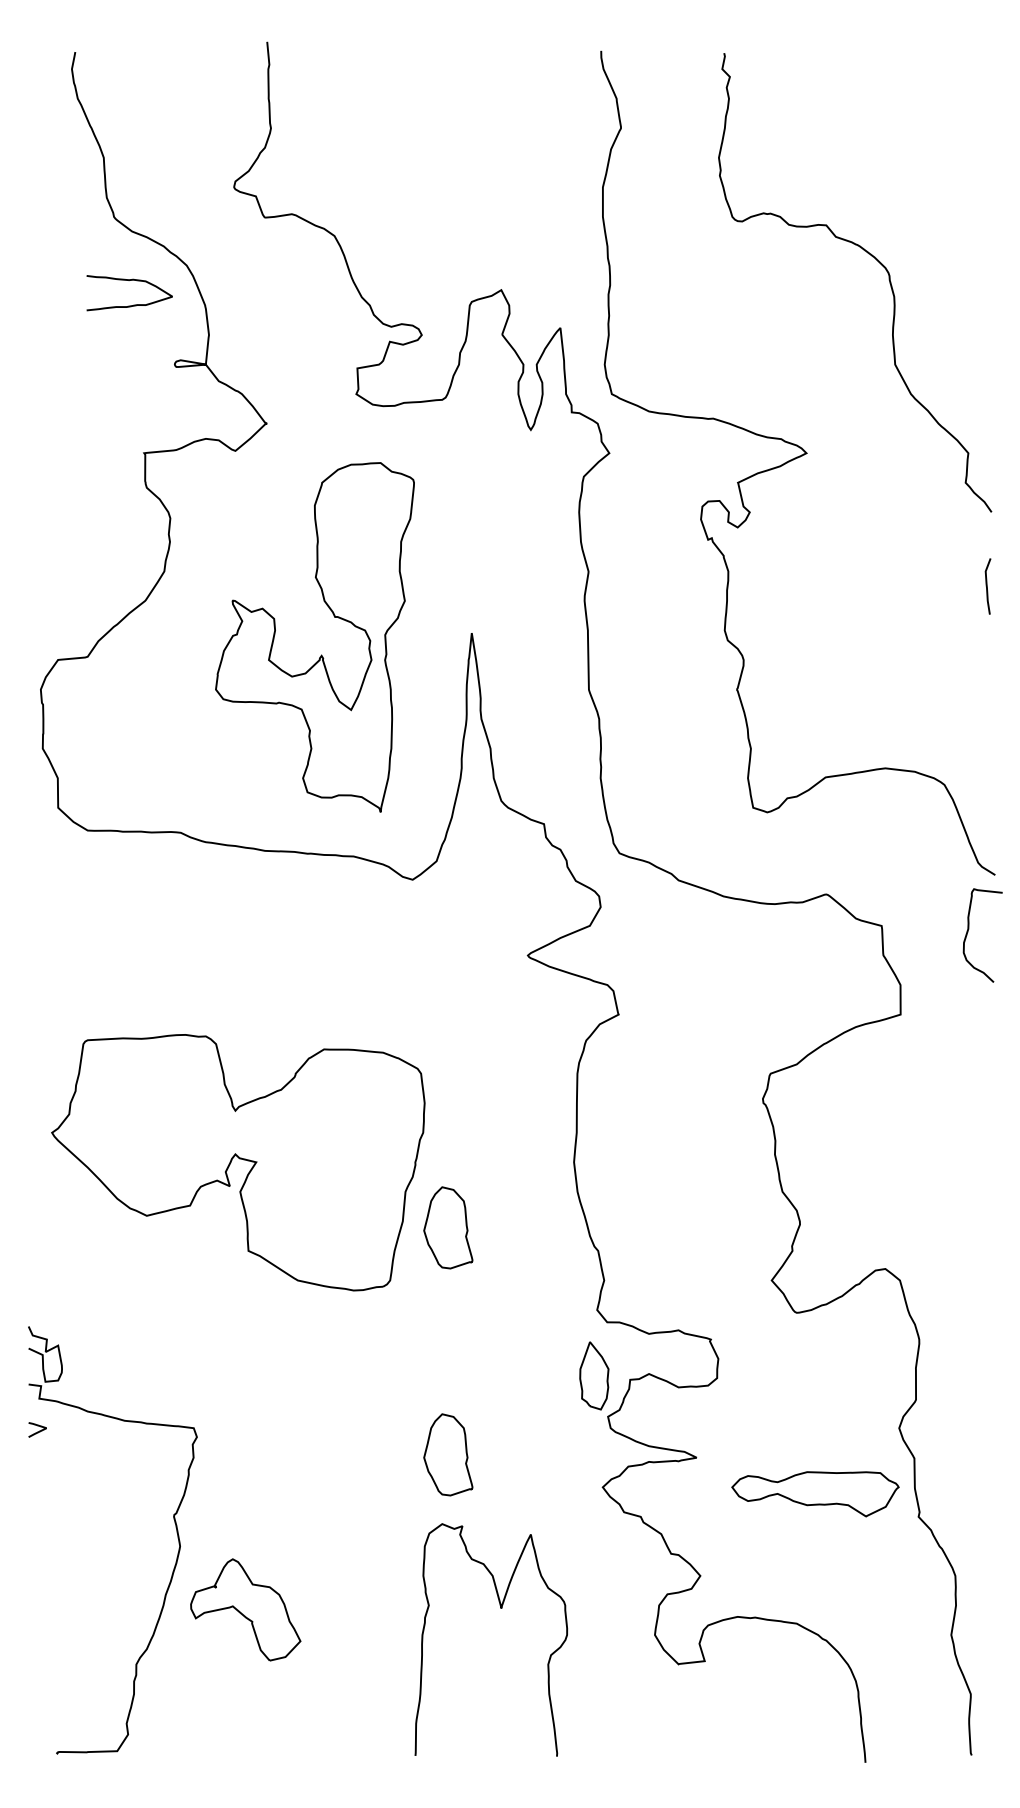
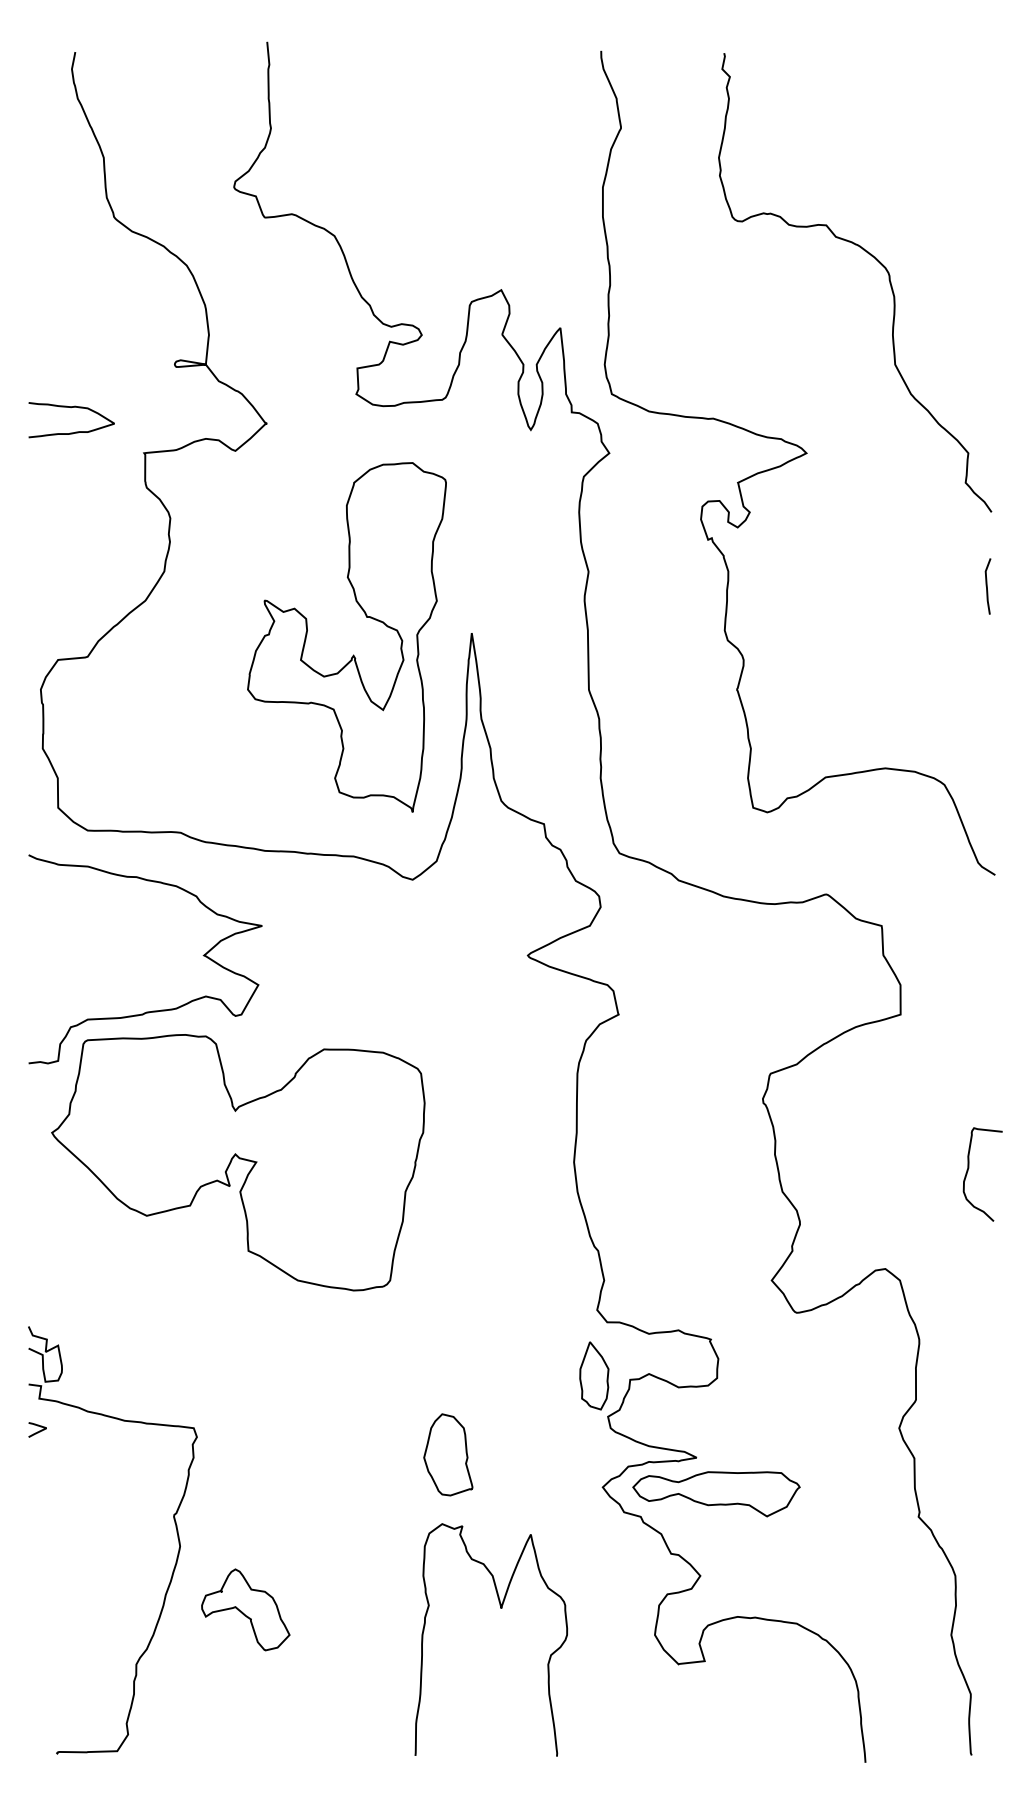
curve at (133, 304) position: (133, 304) -> (75, 431)
part at (321, 654) position: (321, 654) -> (353, 654)
curve at (969, 929) position: (969, 929) -> (969, 1168)
curve at (152, 1010): none -> present
part at (448, 1227): present -> none
part at (815, 1494) position: (815, 1494) -> (716, 1494)
part at (245, 1609) size: 112x104 px -> 90x84 px
